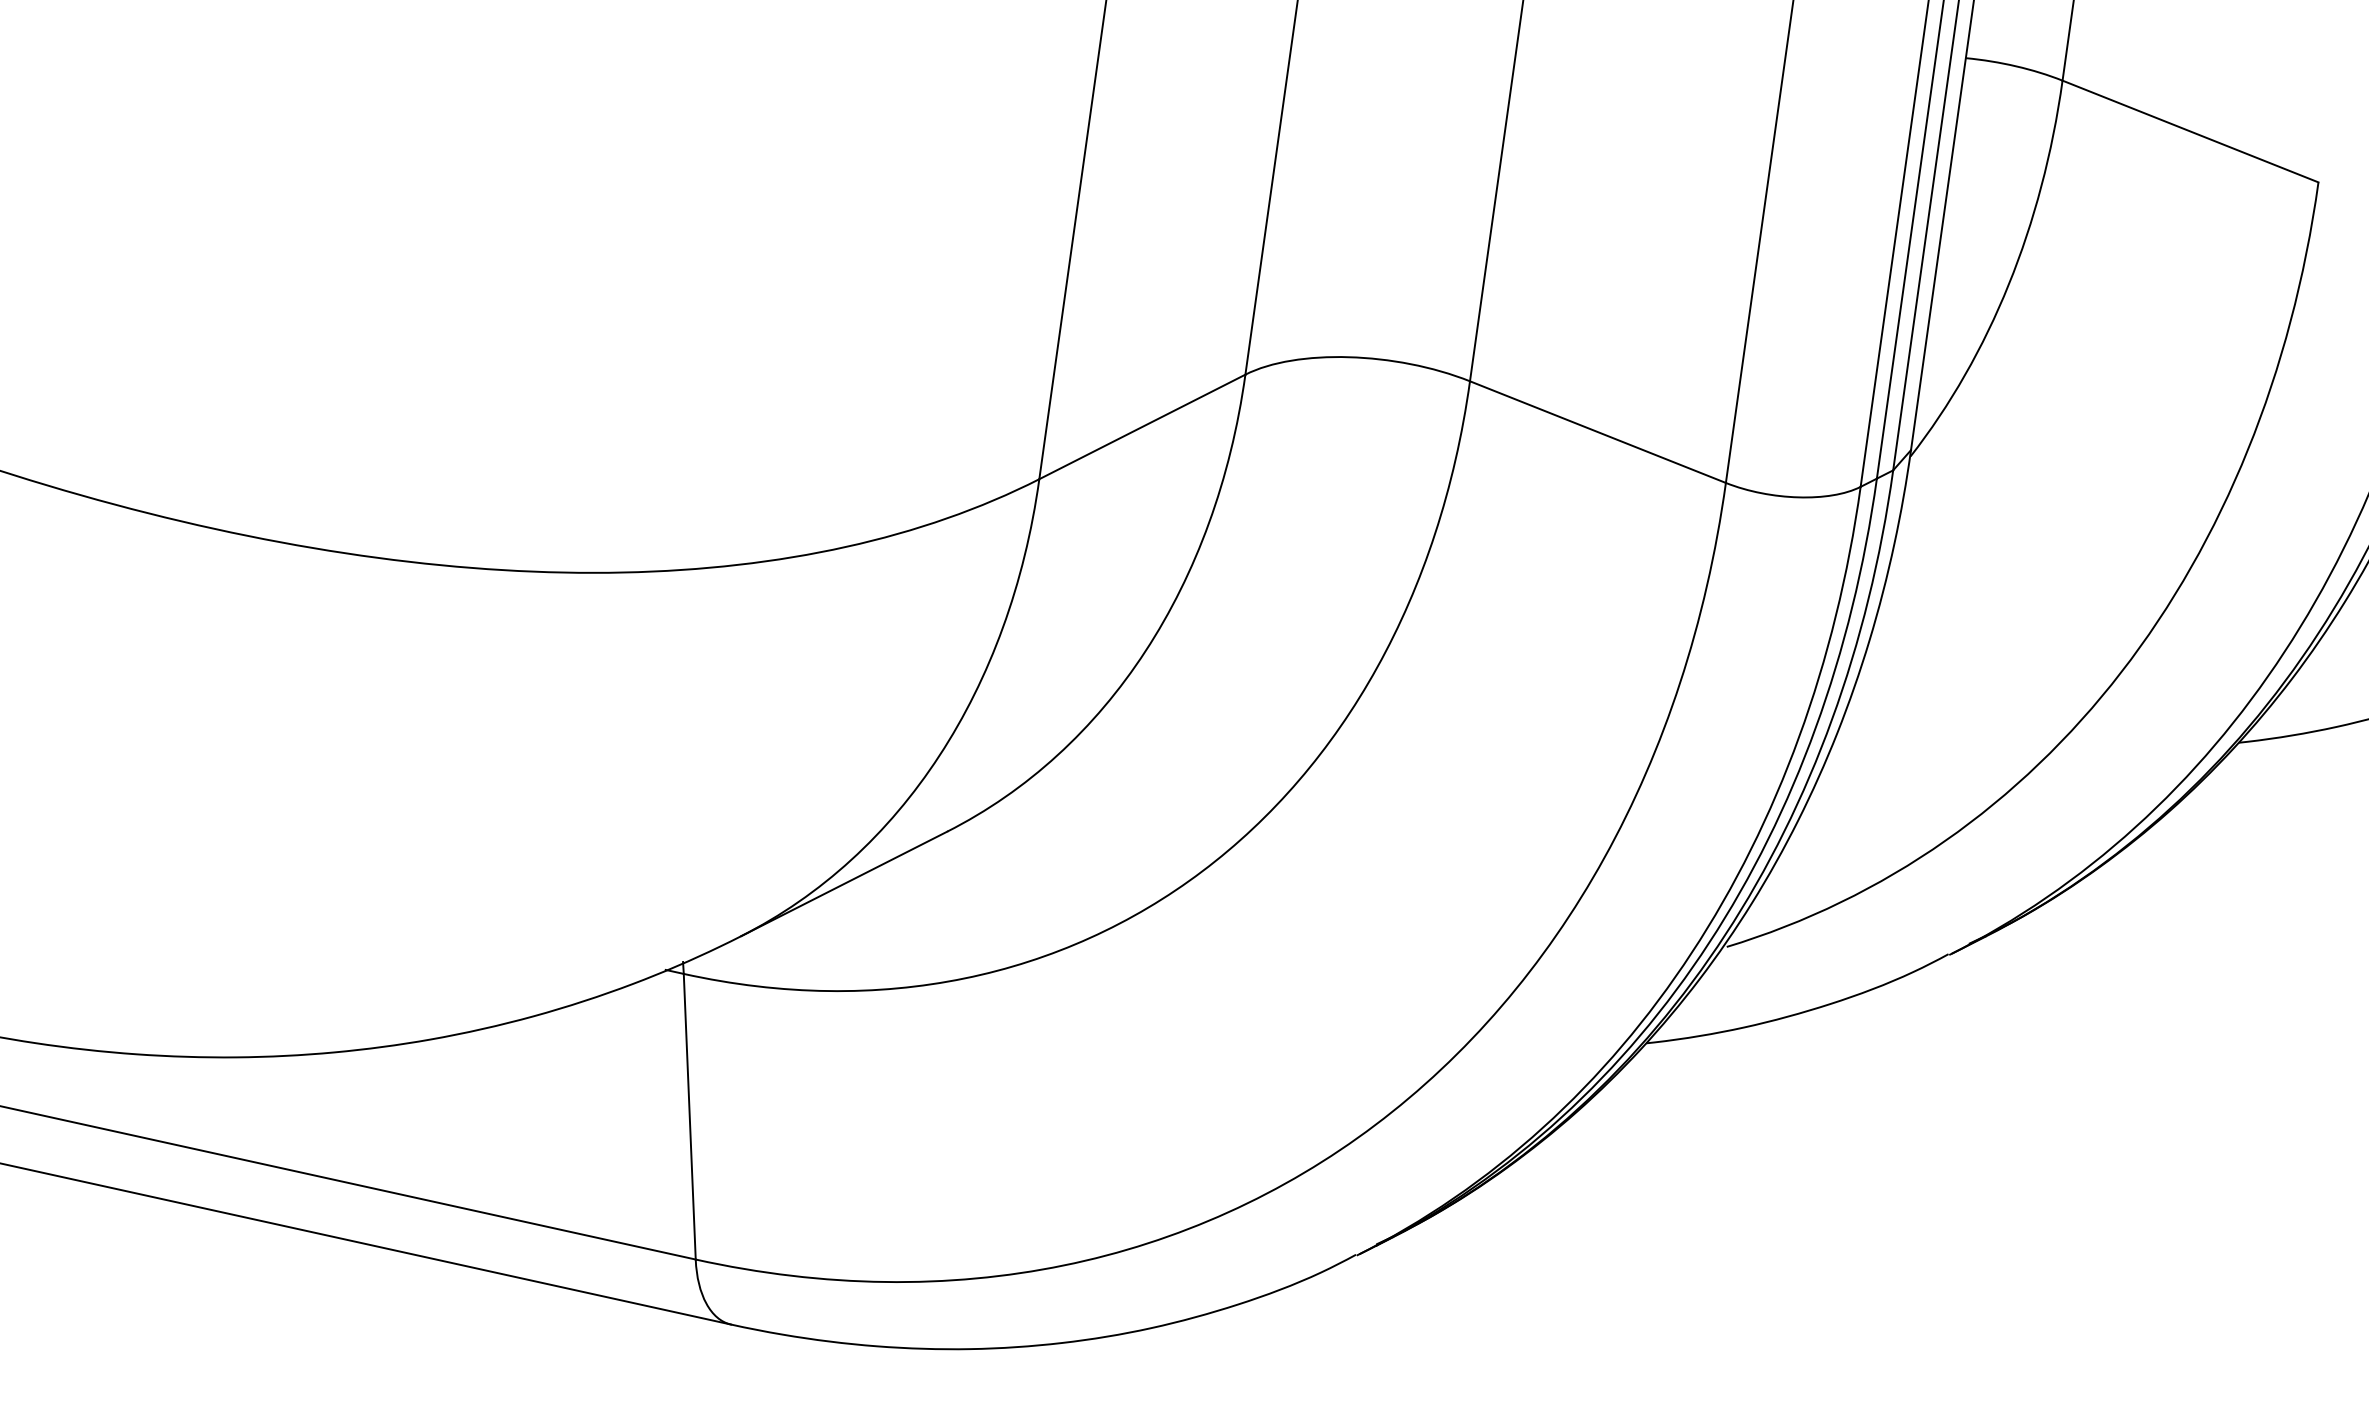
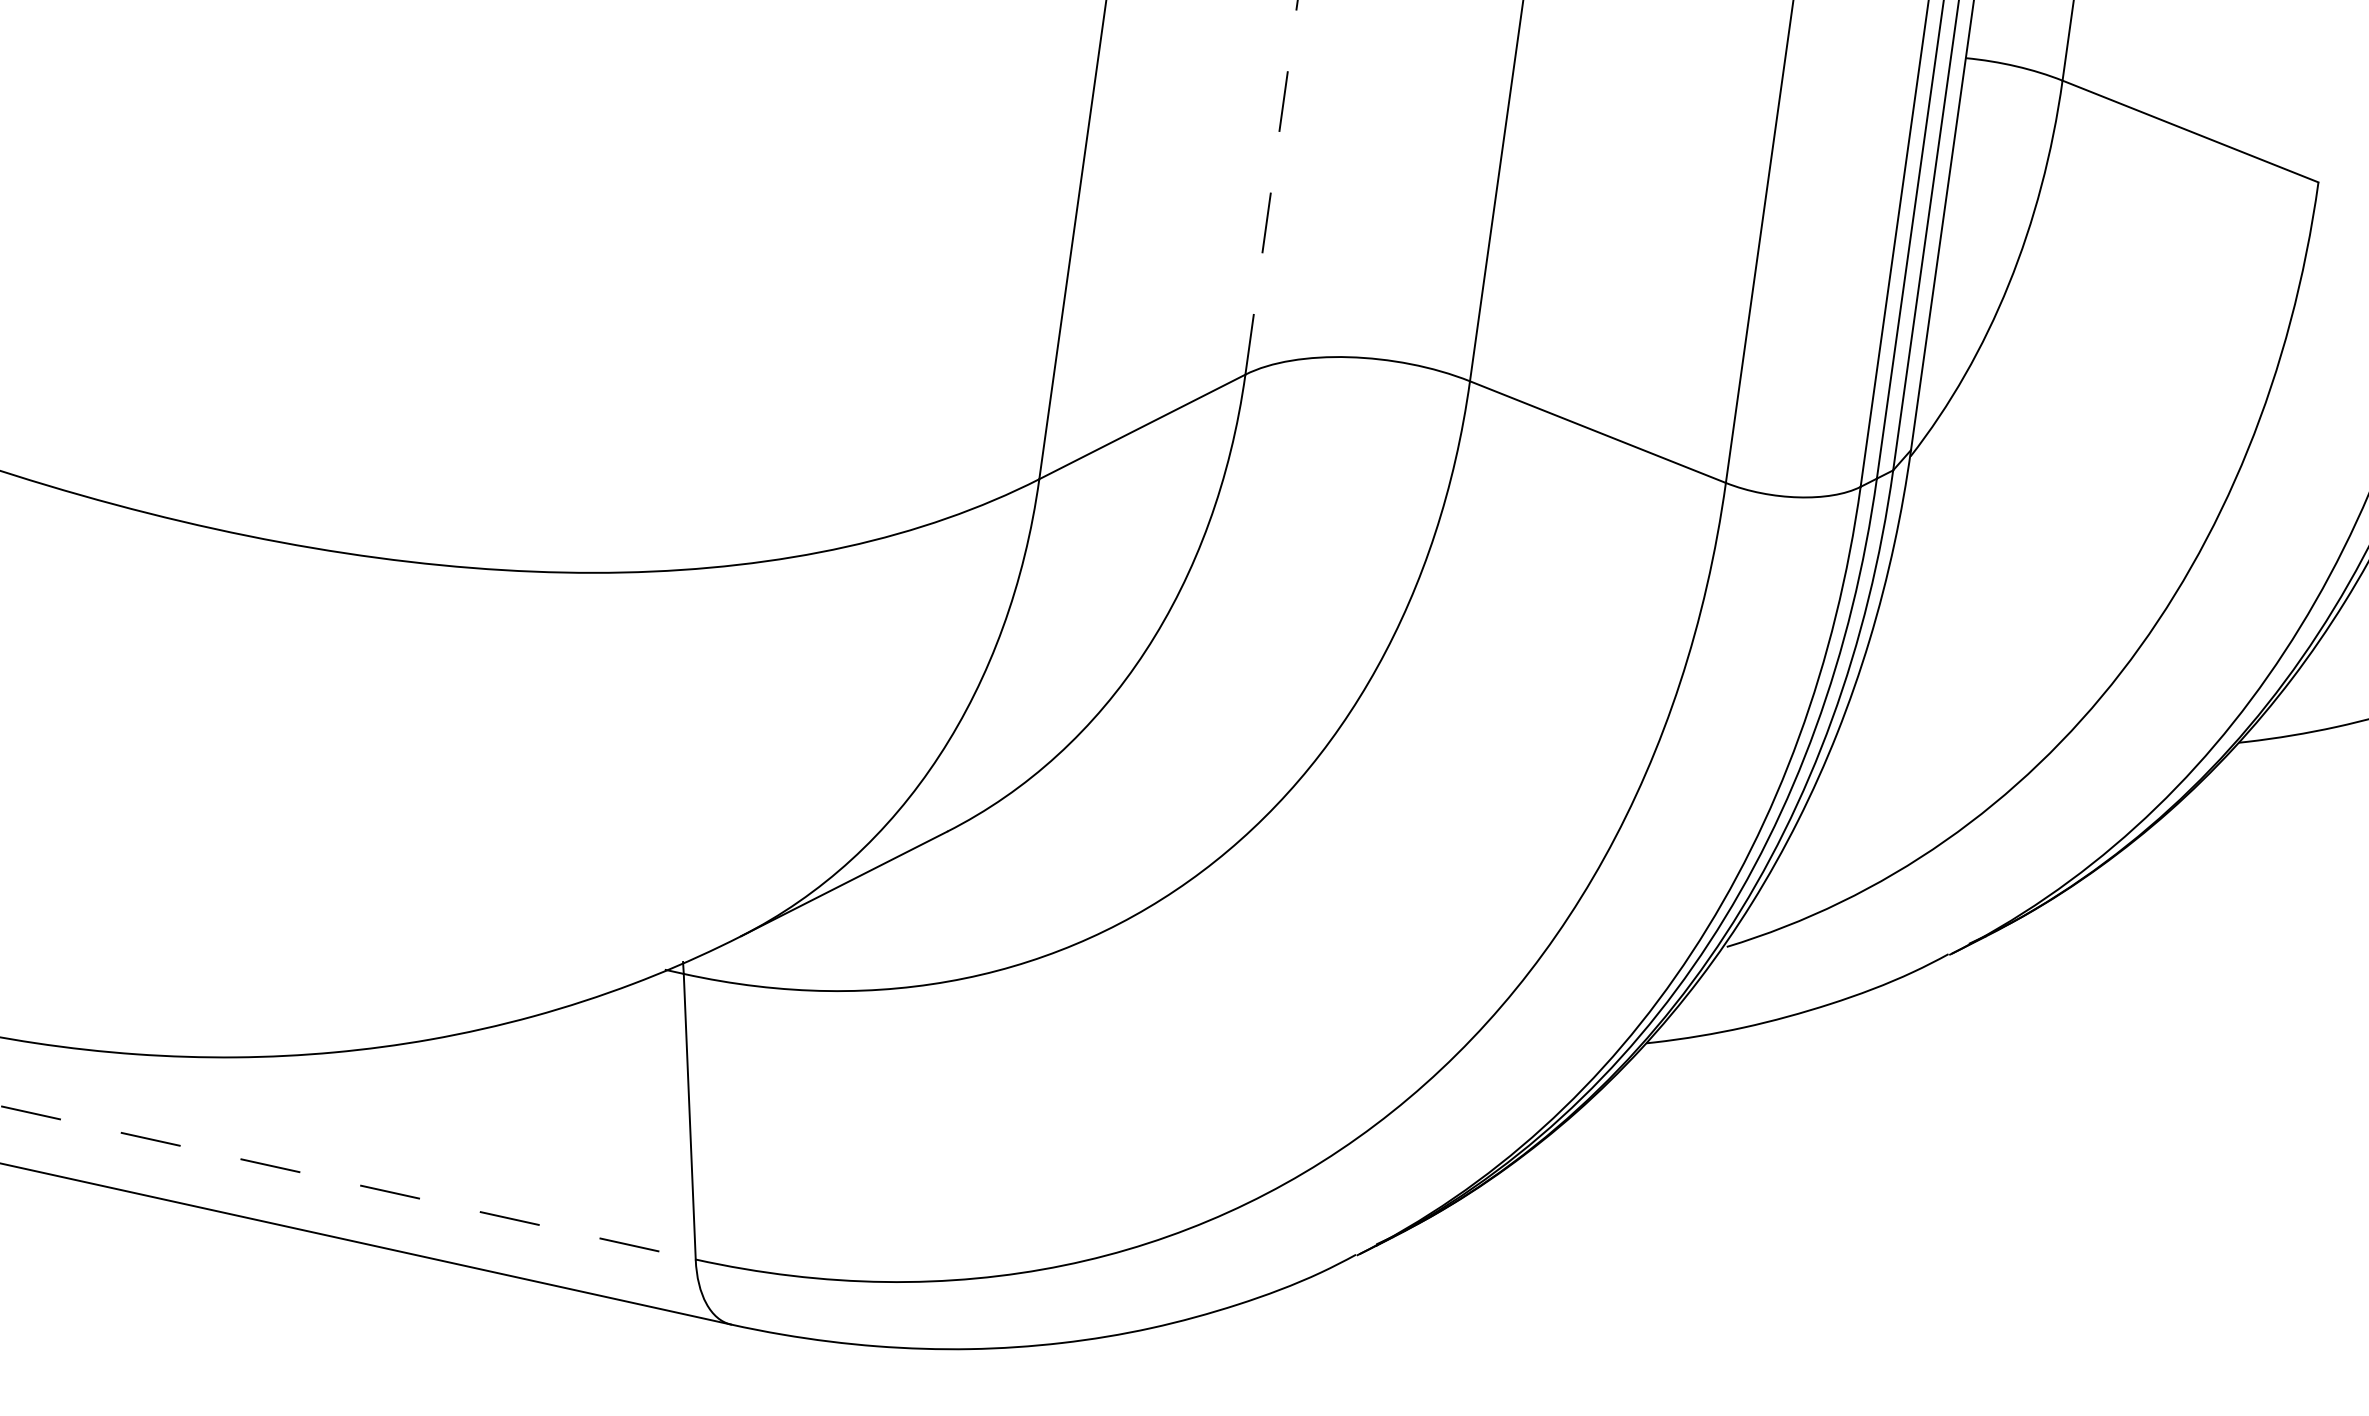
line at (1271, 187): solid -> dashed
line at (348, 1182): solid -> dashed
